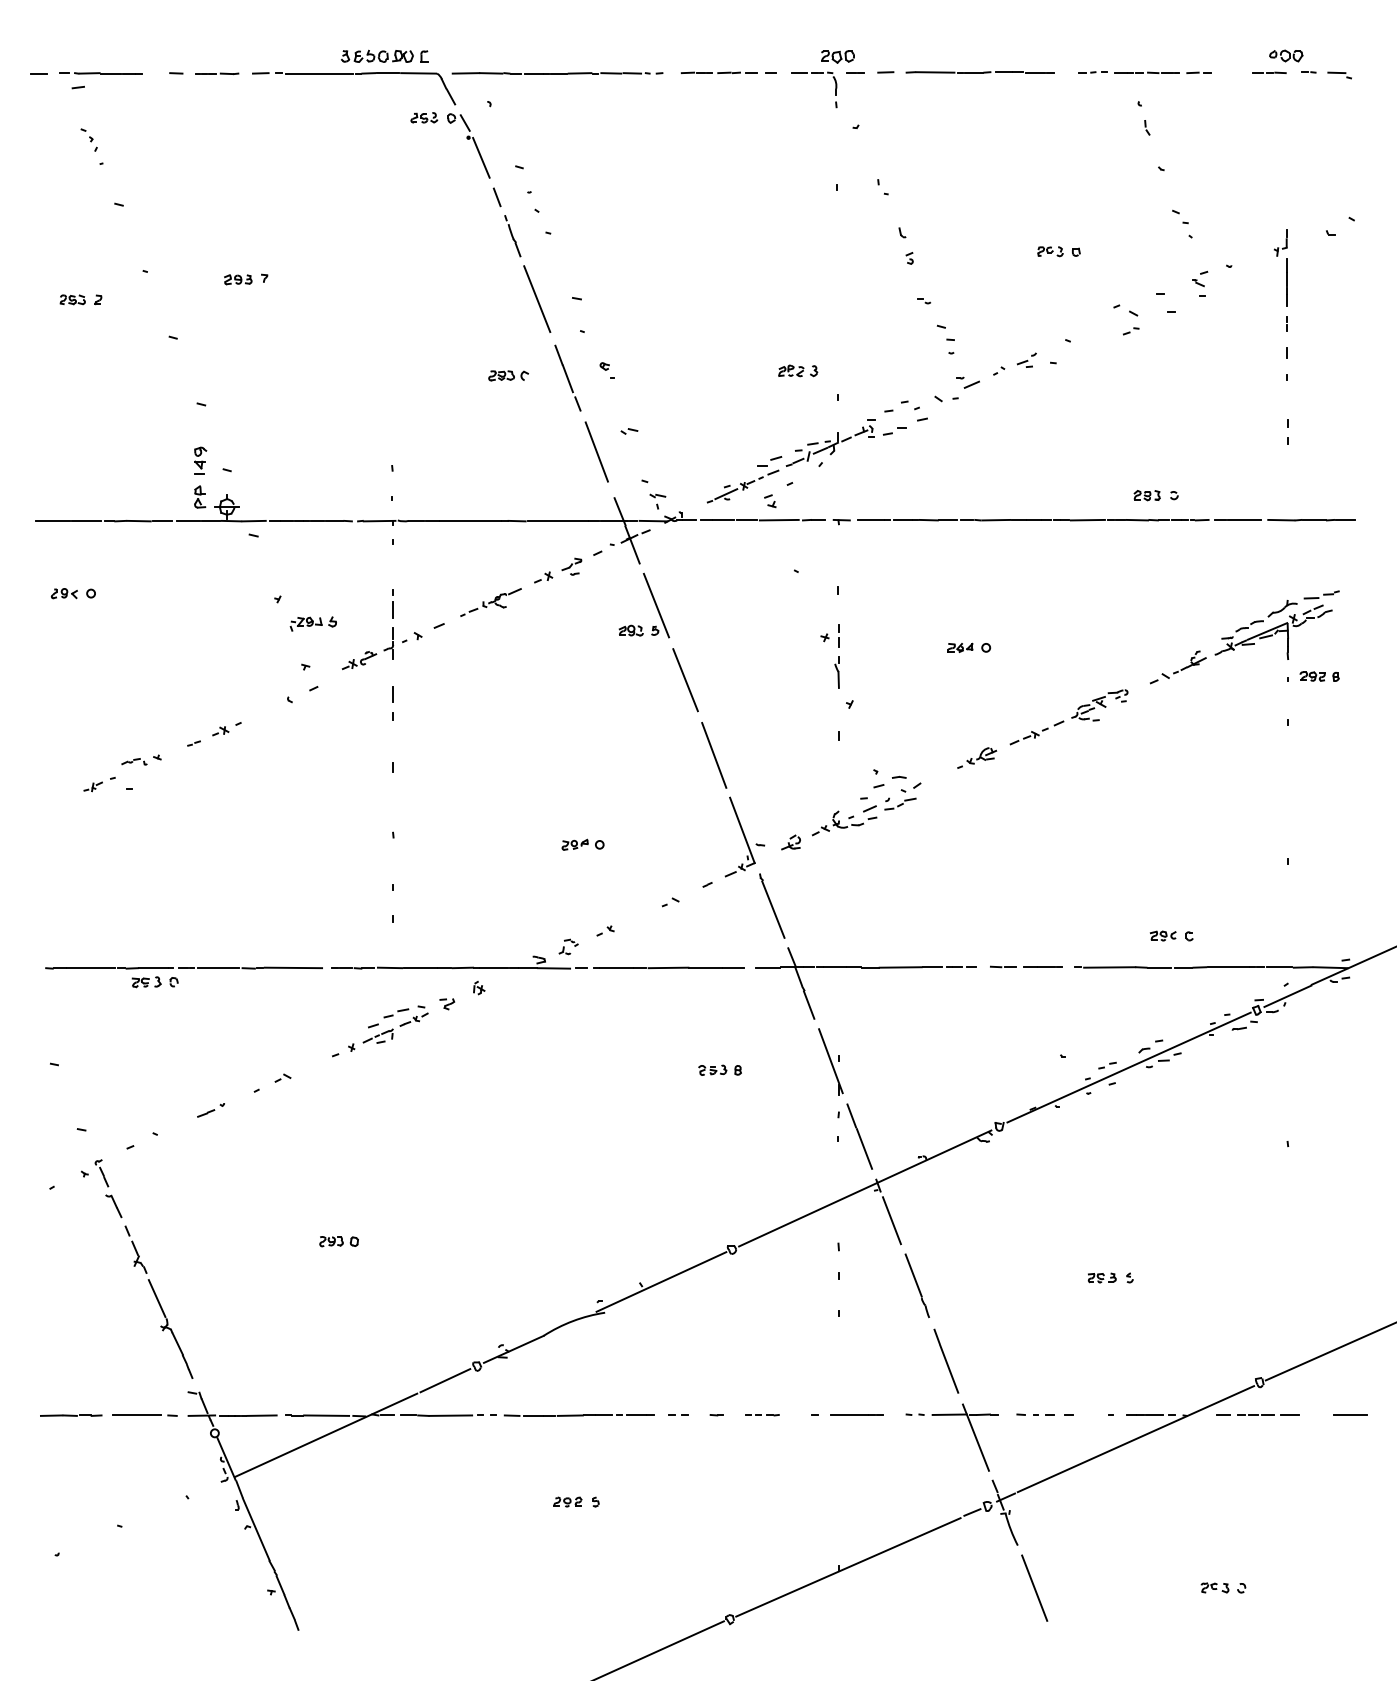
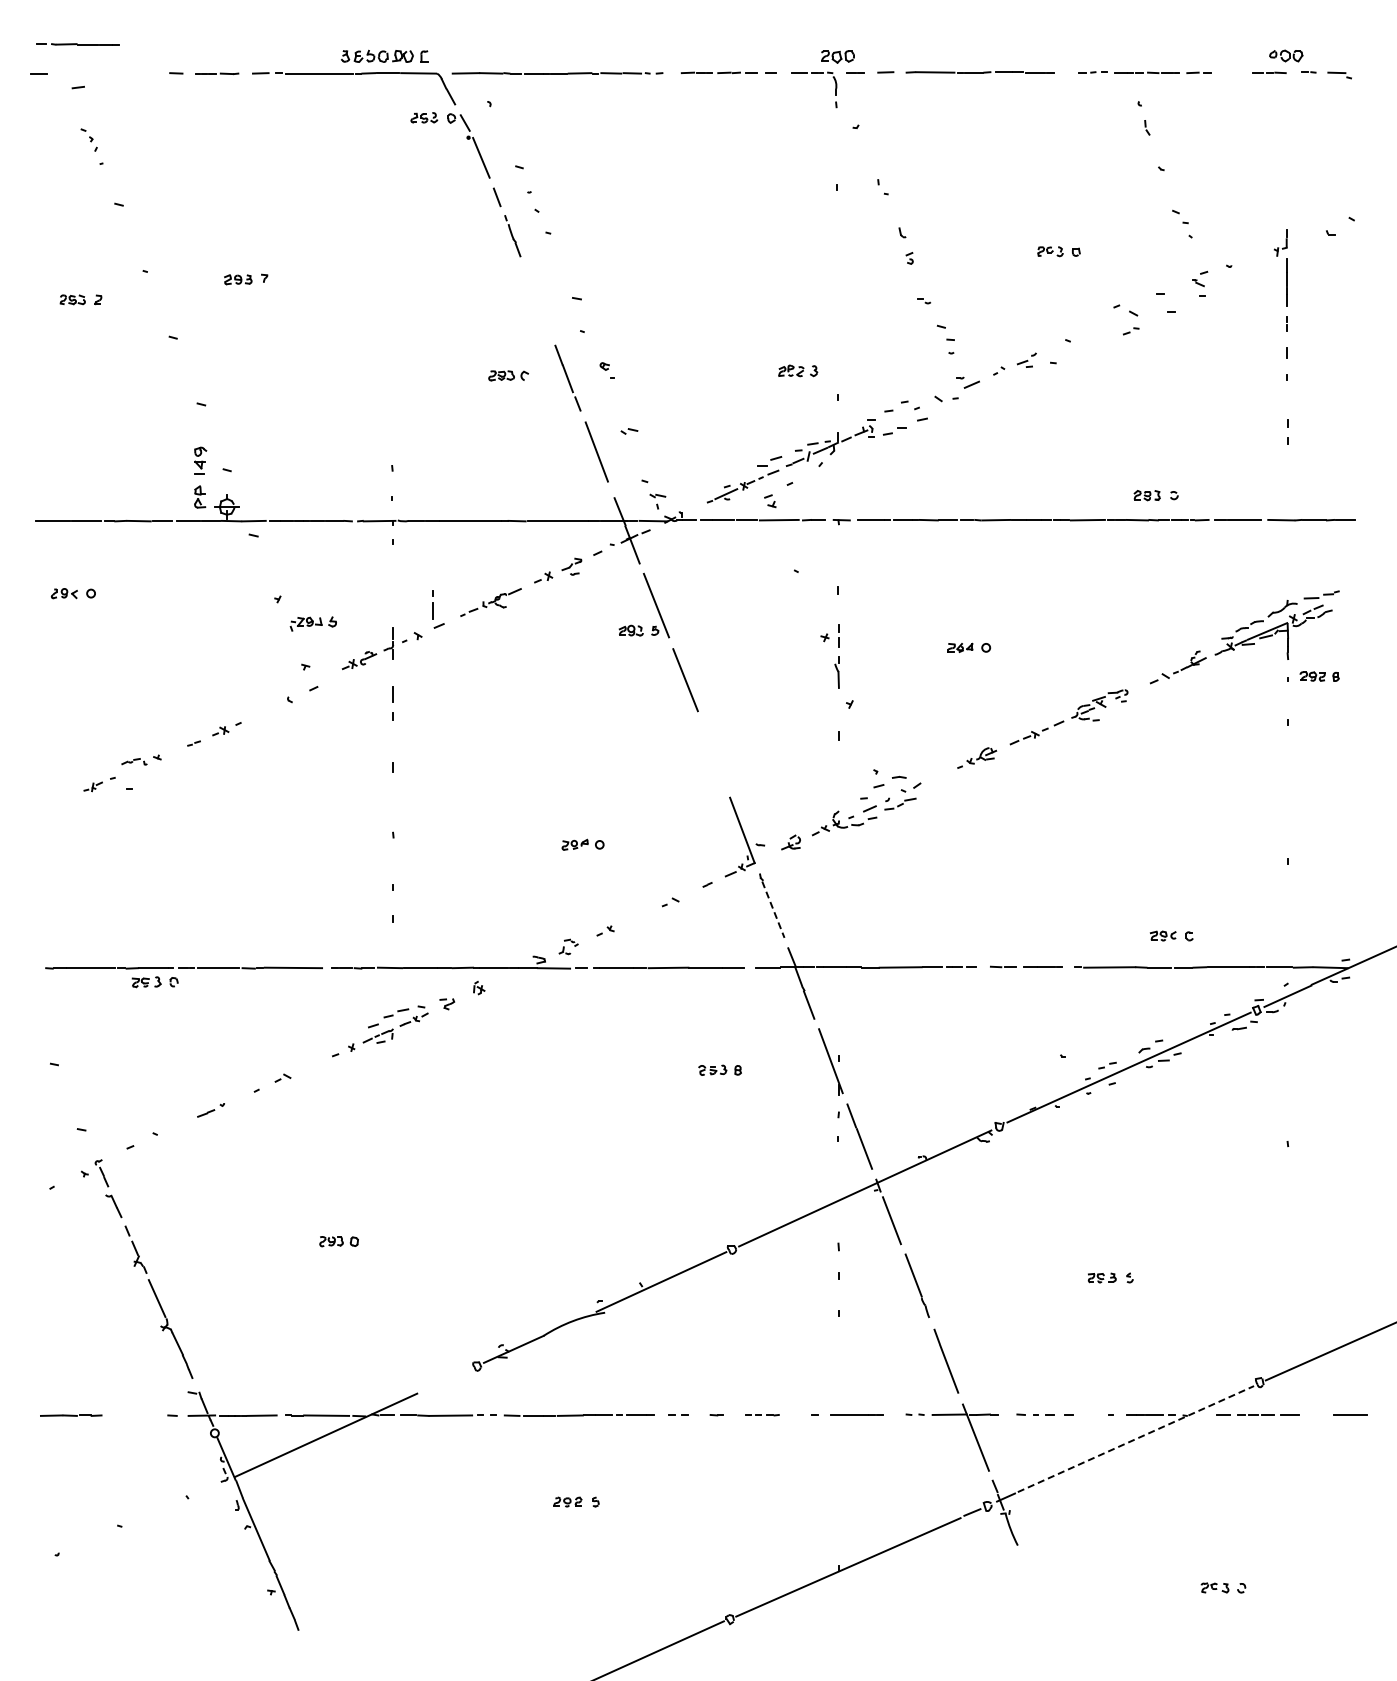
line at (100, 73) position: (100, 73) -> (77, 44)
line at (537, 299): present -> none
line at (392, 603) position: (392, 603) -> (432, 604)
line at (714, 755): present -> none
line at (773, 910): solid -> dashed
line at (445, 1380): present -> none
line at (137, 1415): present -> none
line at (1136, 1438): solid -> dashed
line at (1034, 1587): present -> none
